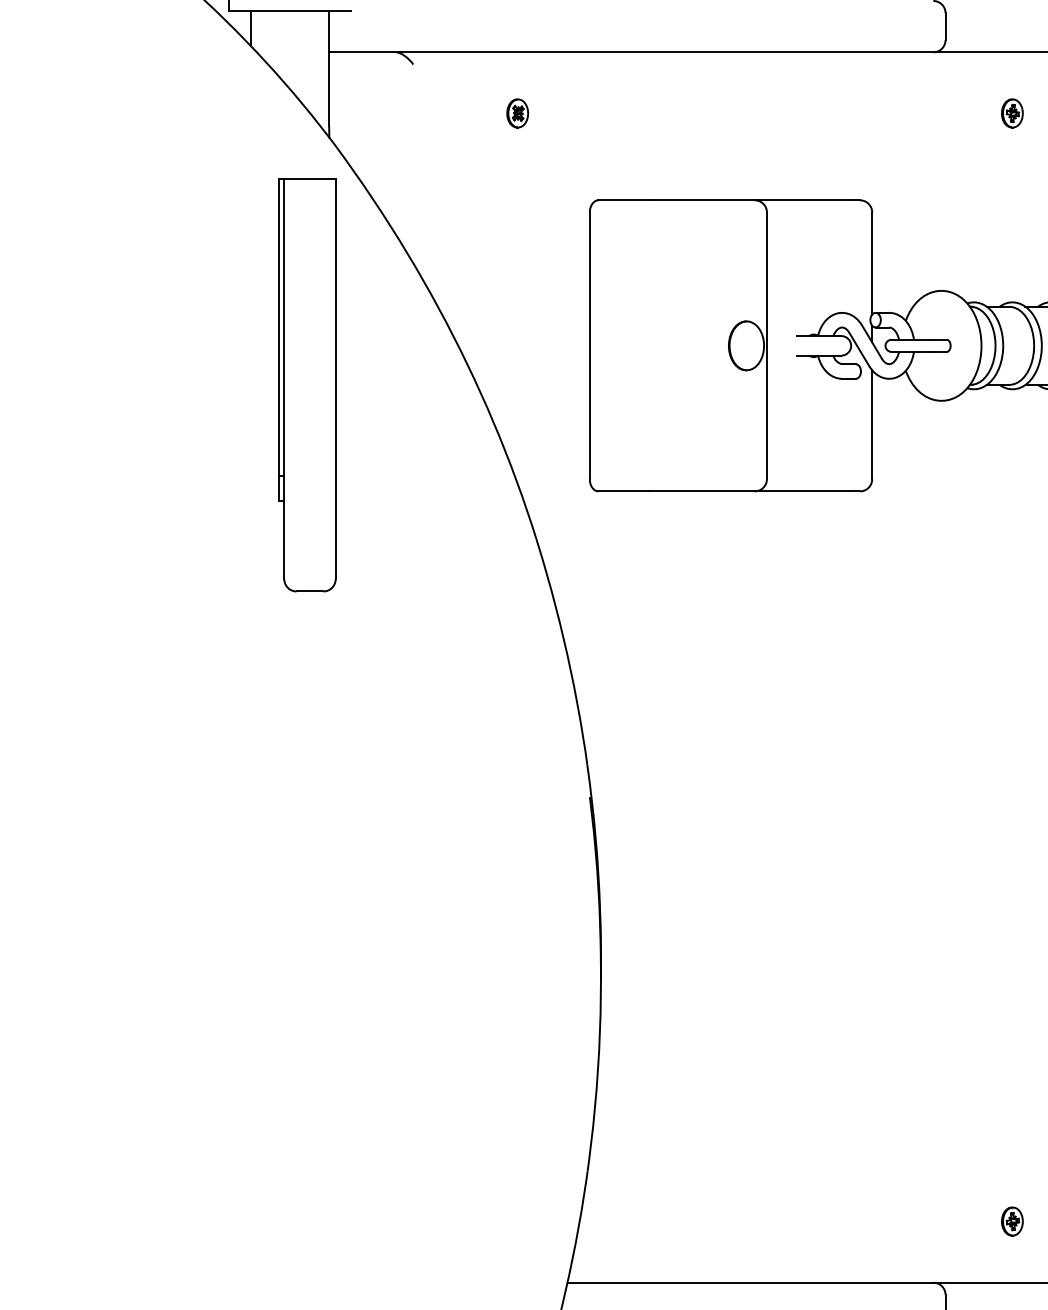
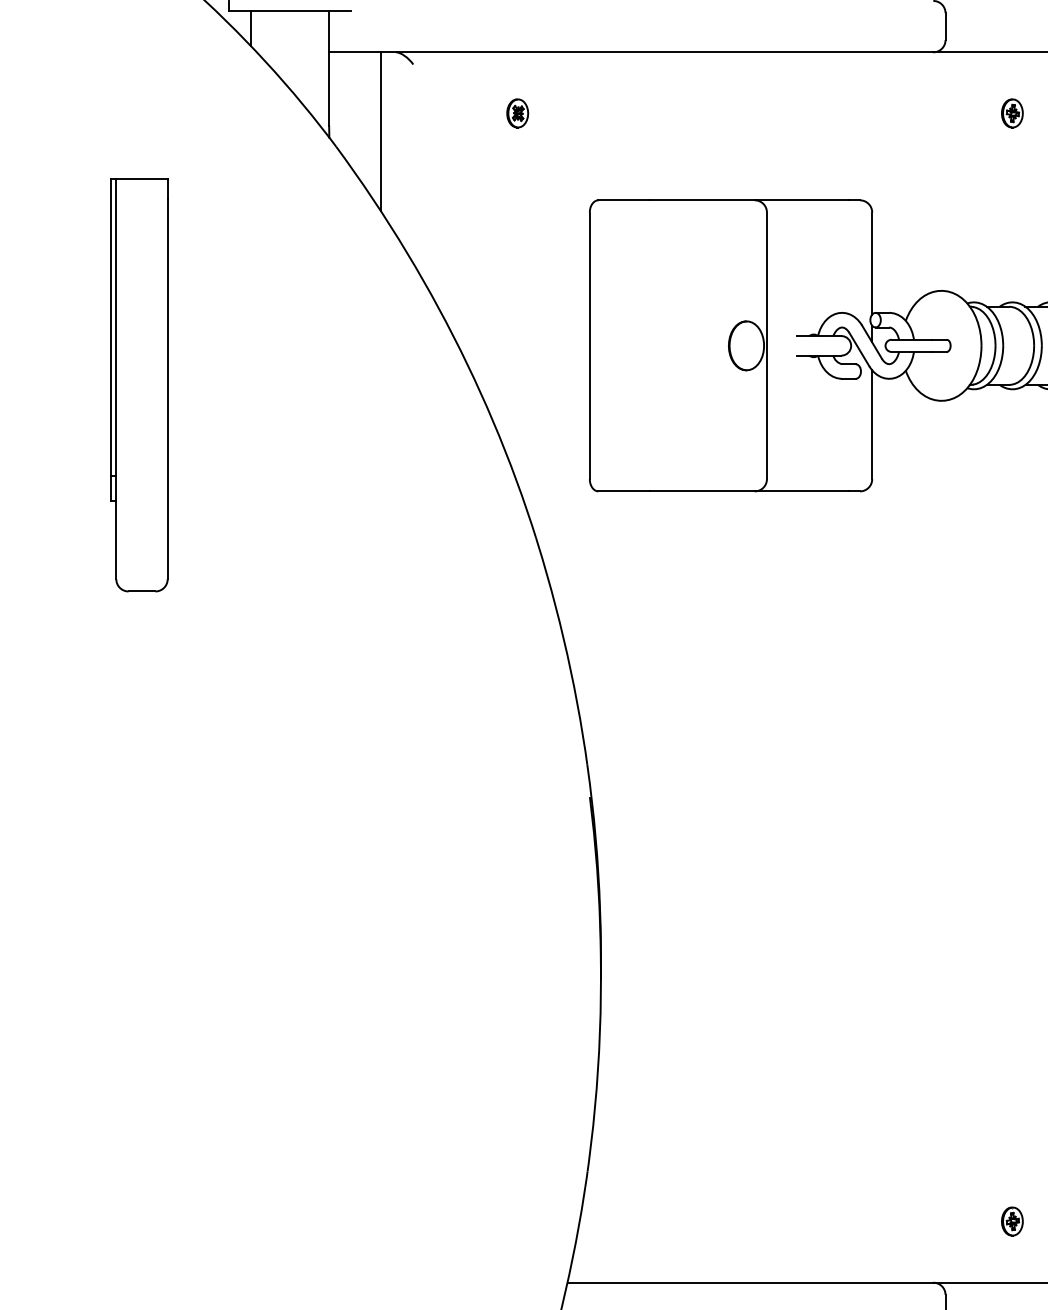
line at (380, 131): none -> present
part at (307, 385) position: (307, 385) -> (139, 385)
